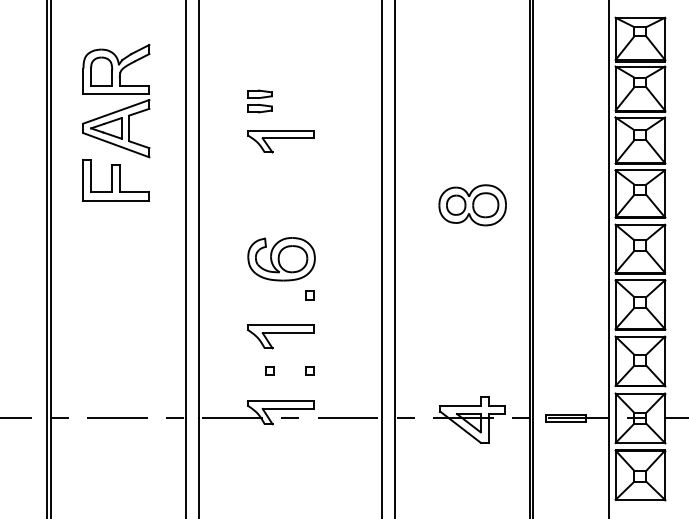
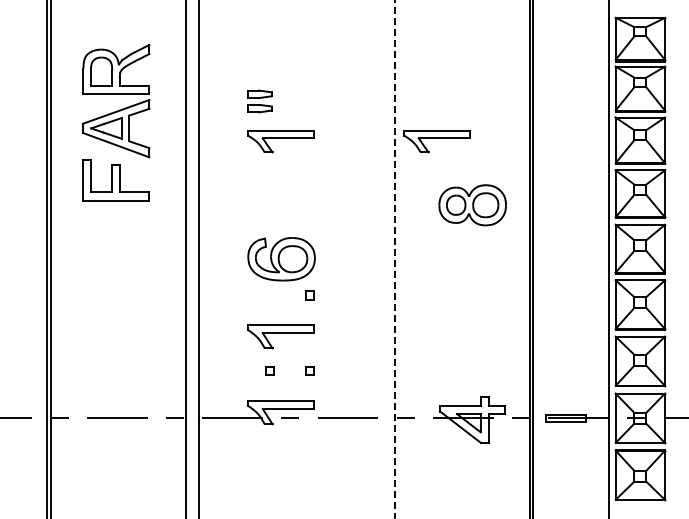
part at (436, 141): none -> present
line at (381, 258): present -> none
line at (394, 259): solid -> dashed
